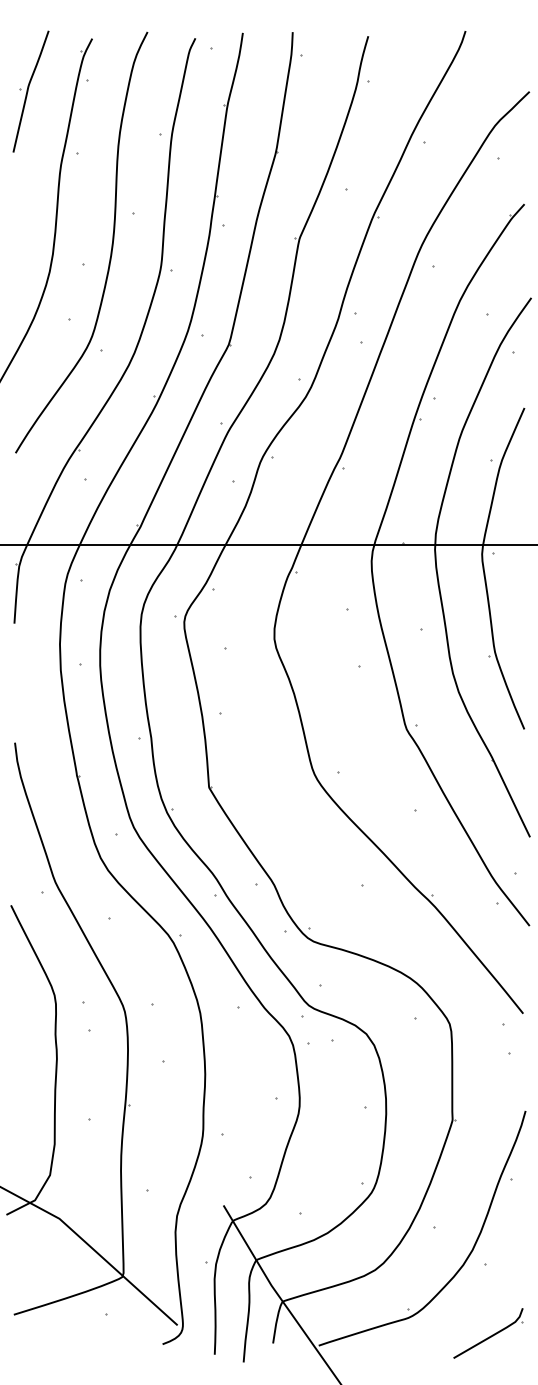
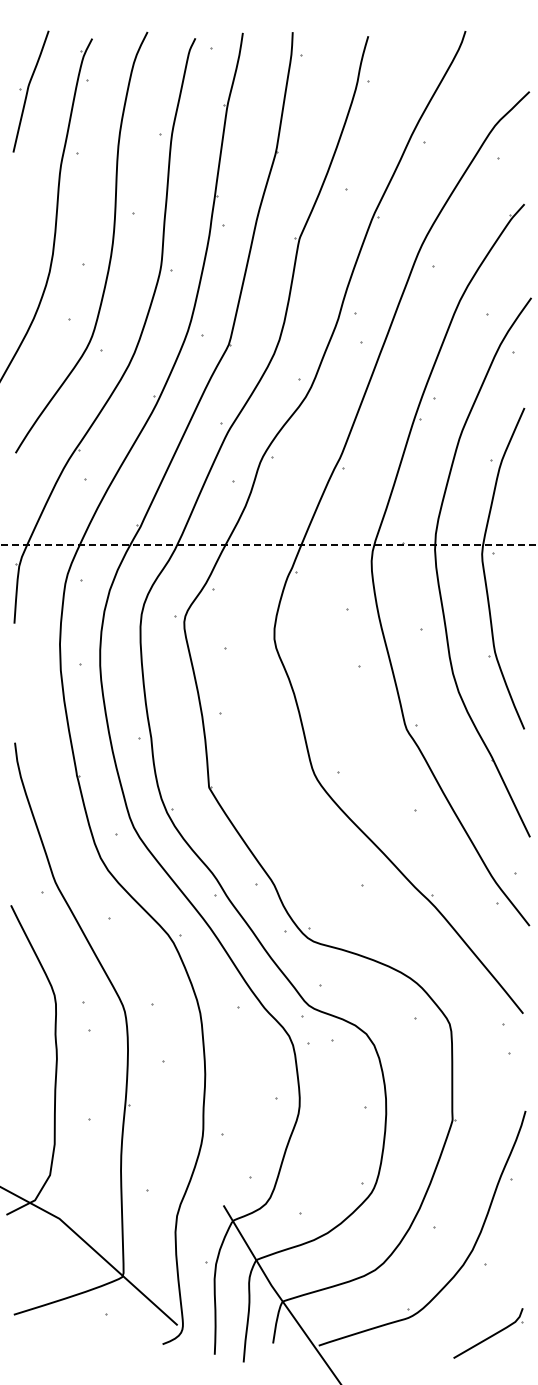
line at (267, 544): solid -> dashed
